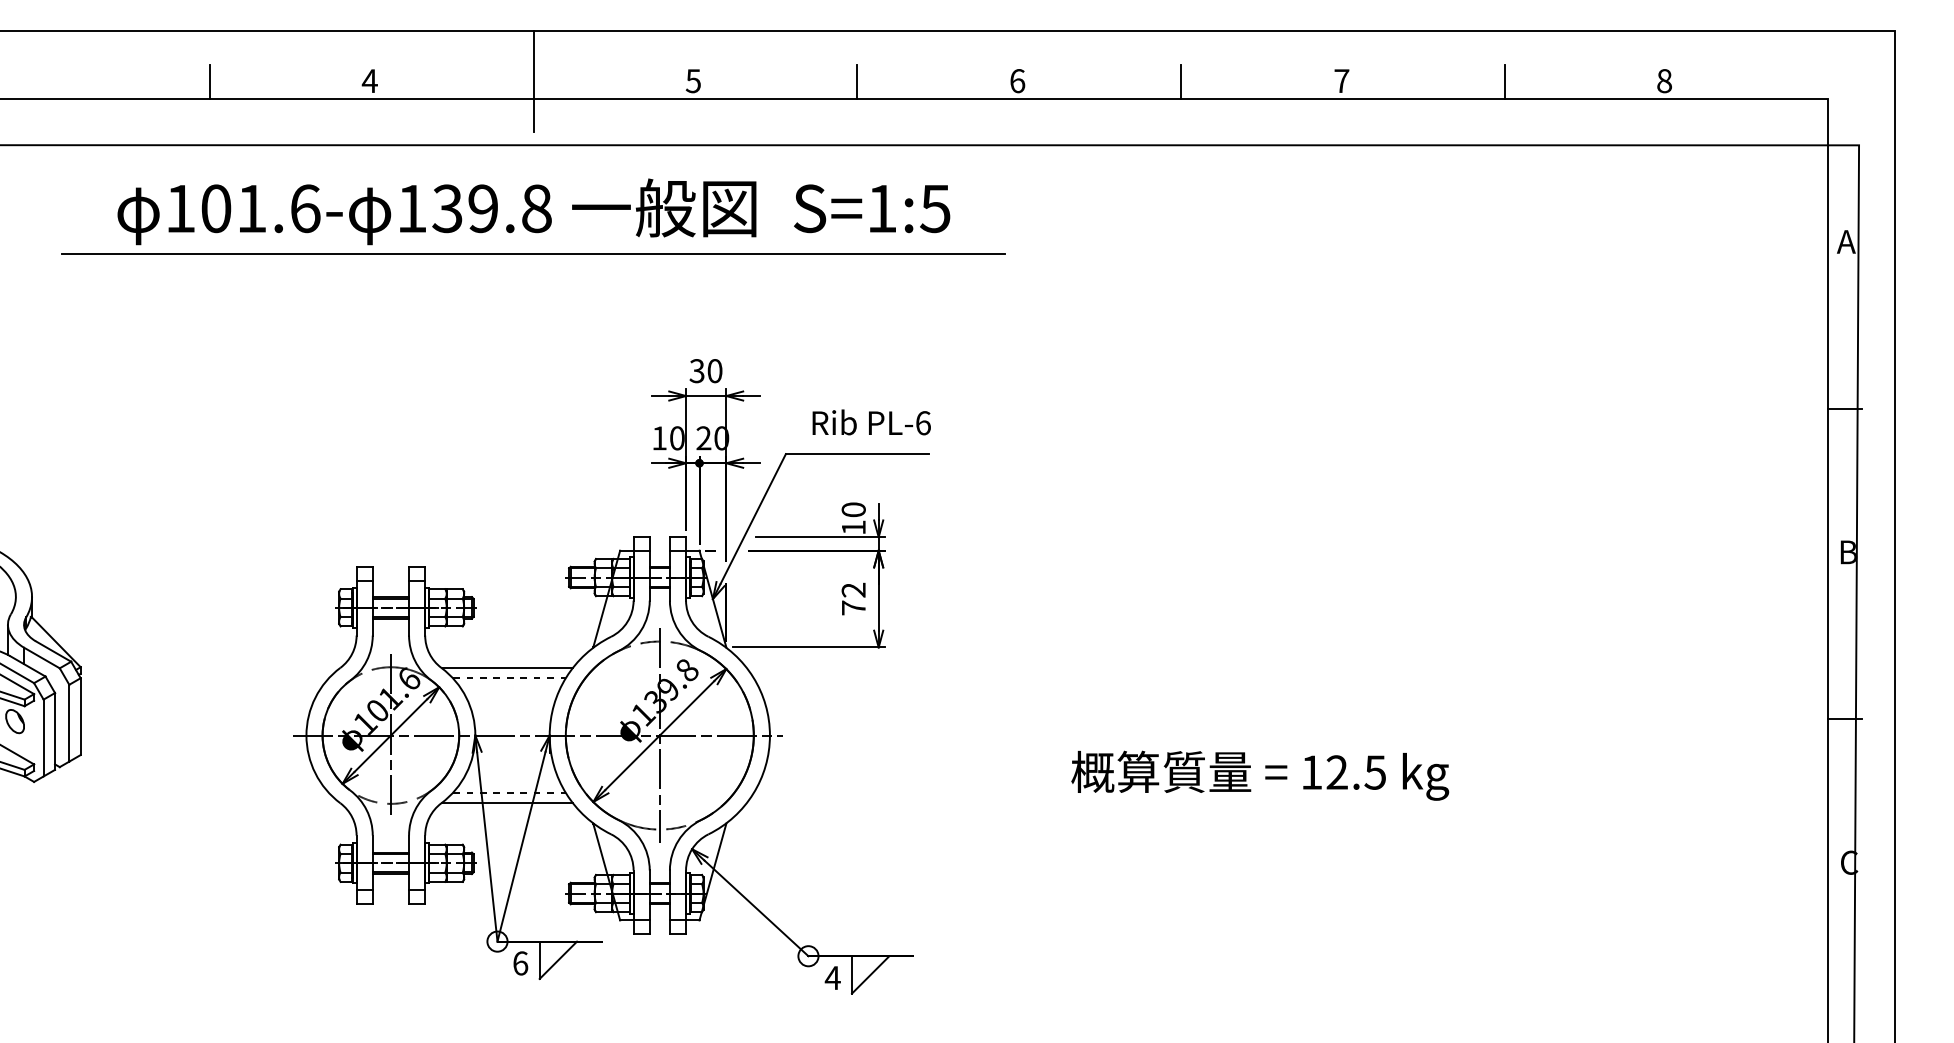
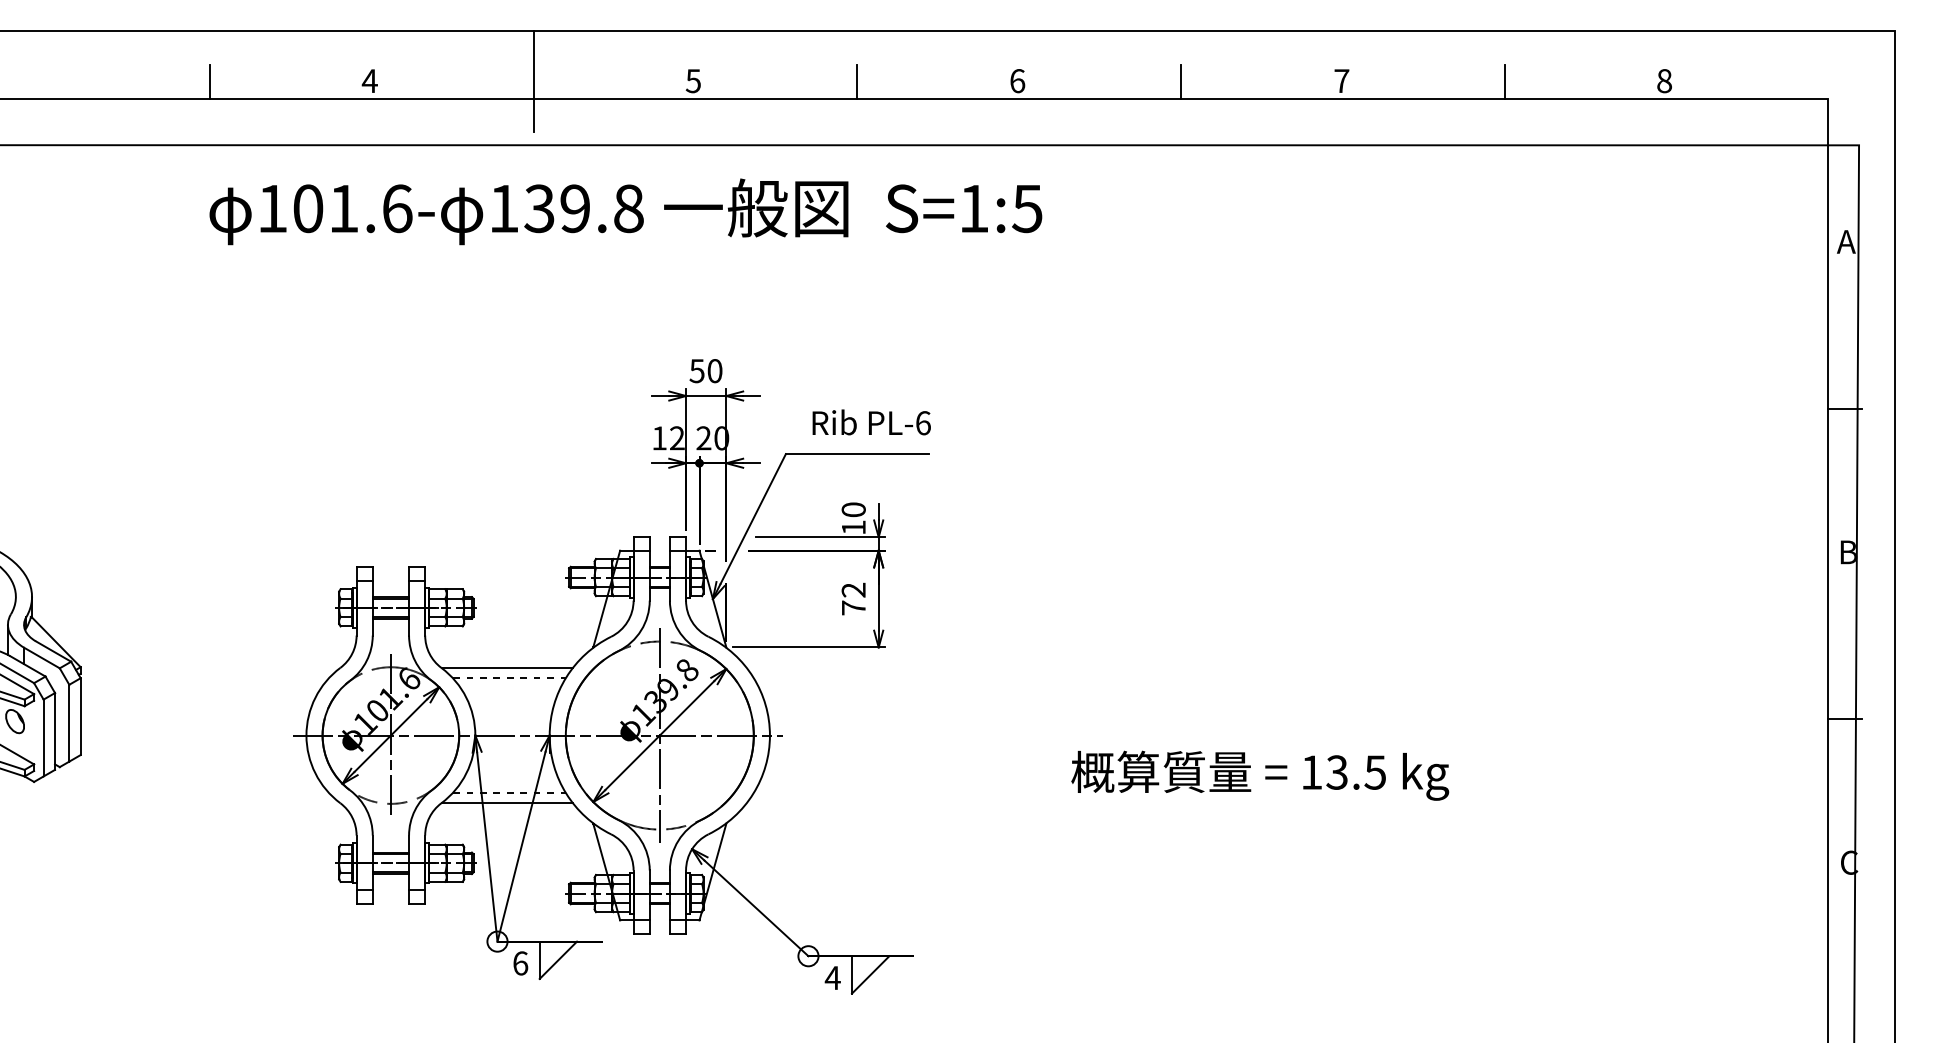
text at (533, 211) position: (533, 211) -> (625, 211)
line at (533, 253): present -> none
text at (696, 370): 30 -> 50
text at (677, 438): 10 -> 12
text at (1336, 772): 12.5 -> 13.5
